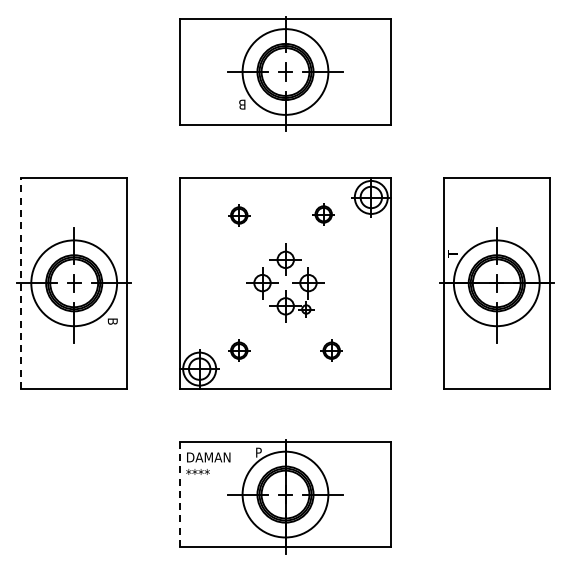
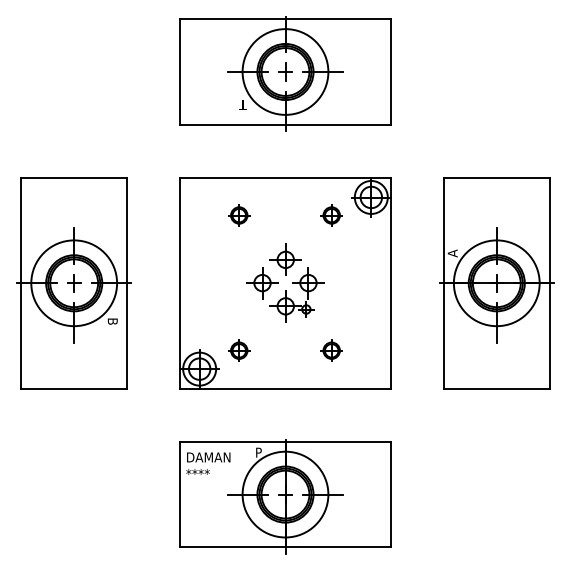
text at (242, 104): B -> T
part at (323, 214) position: (323, 214) -> (331, 215)
text at (452, 253): T -> A
line at (21, 283): dashed -> solid
line at (179, 494): dashed -> solid
